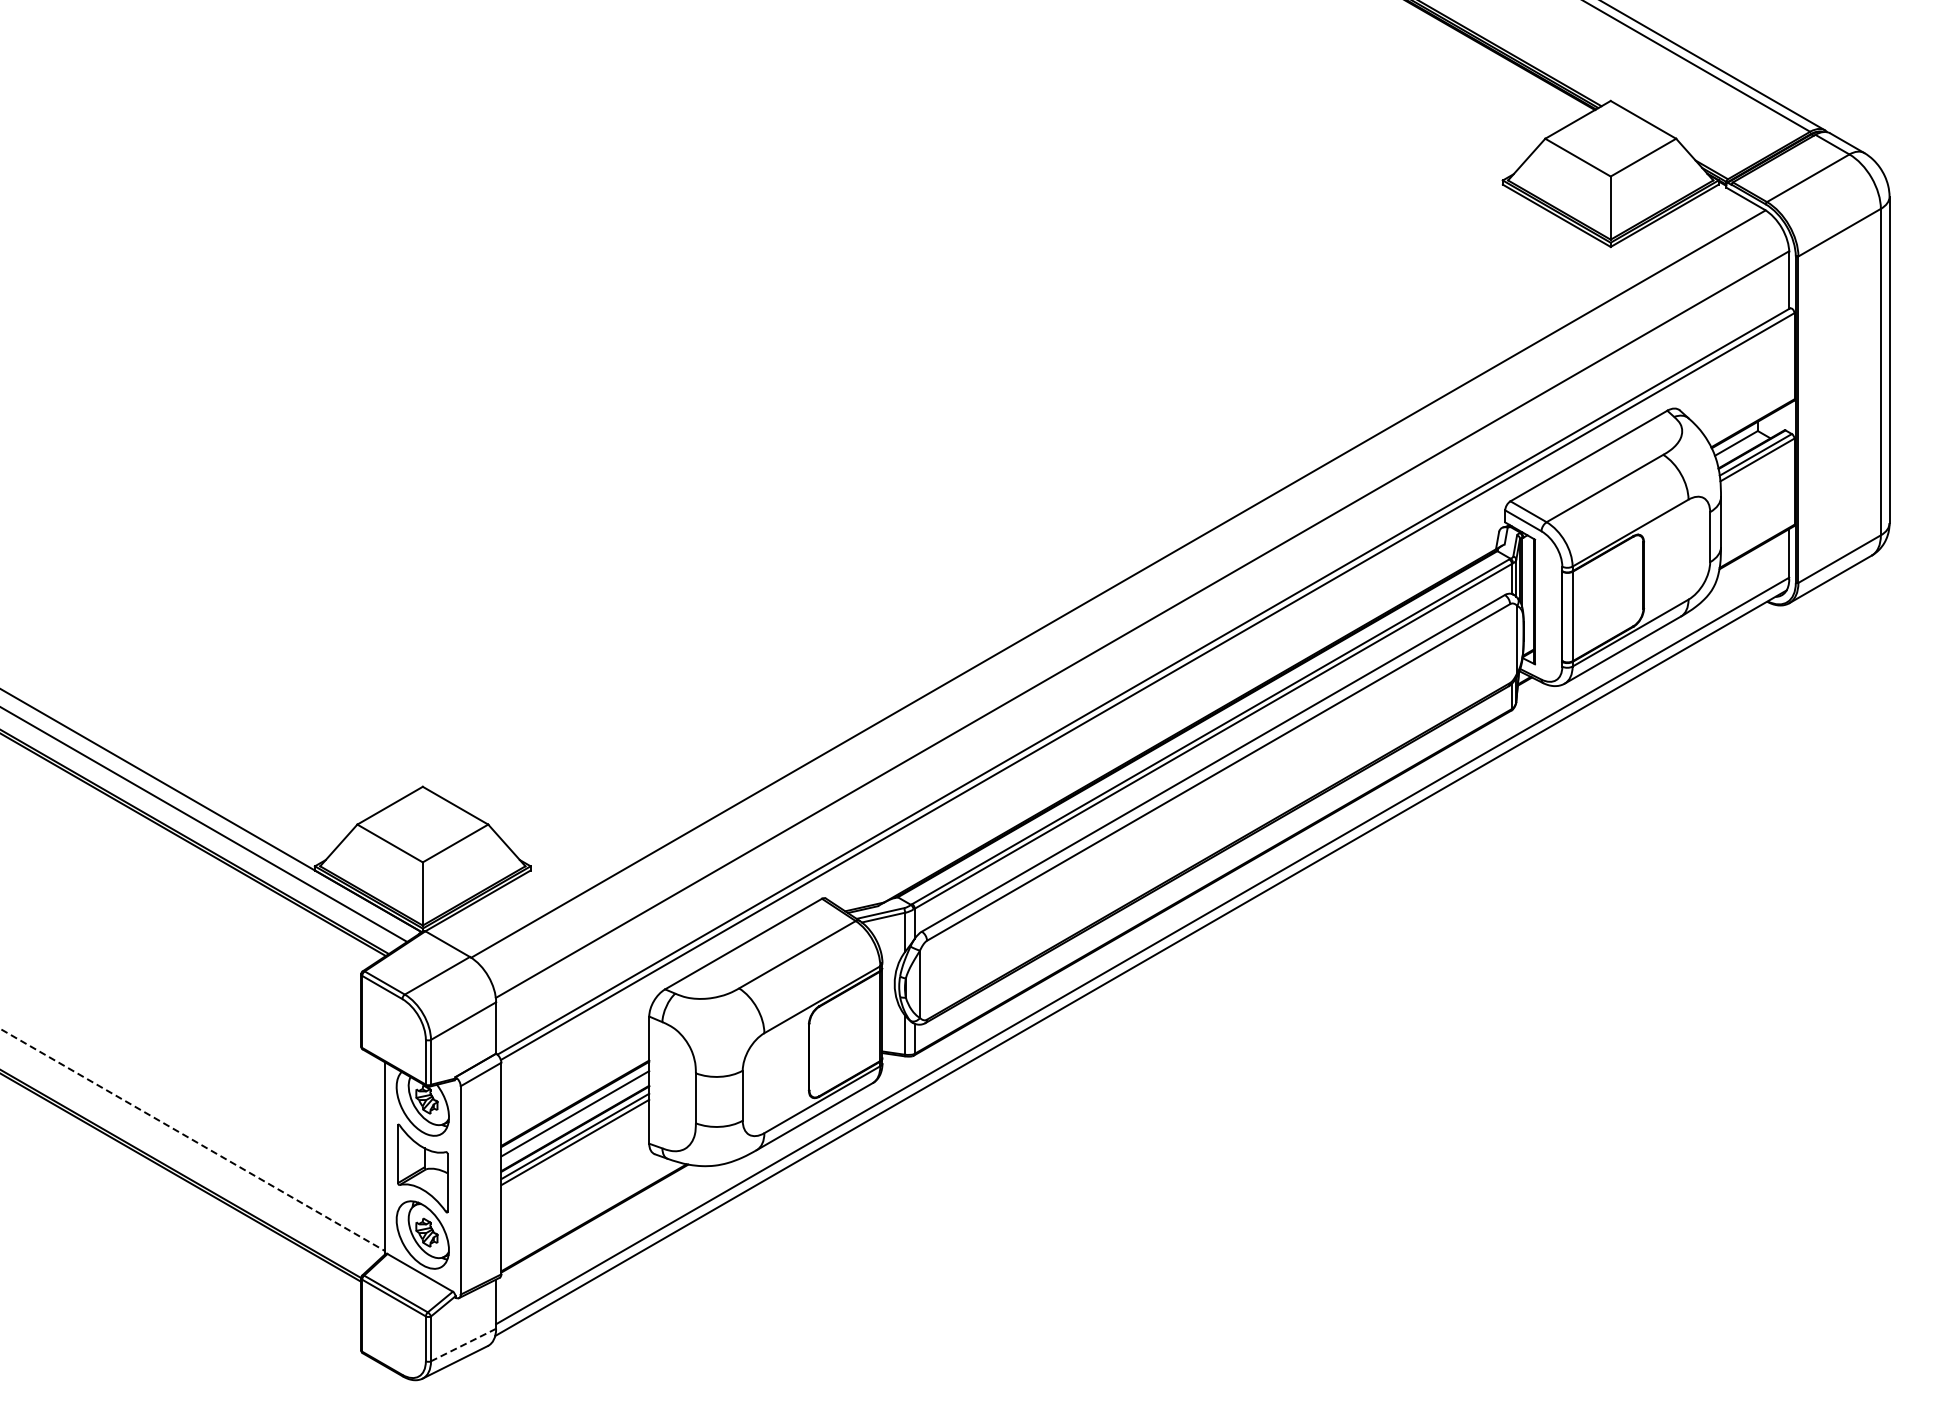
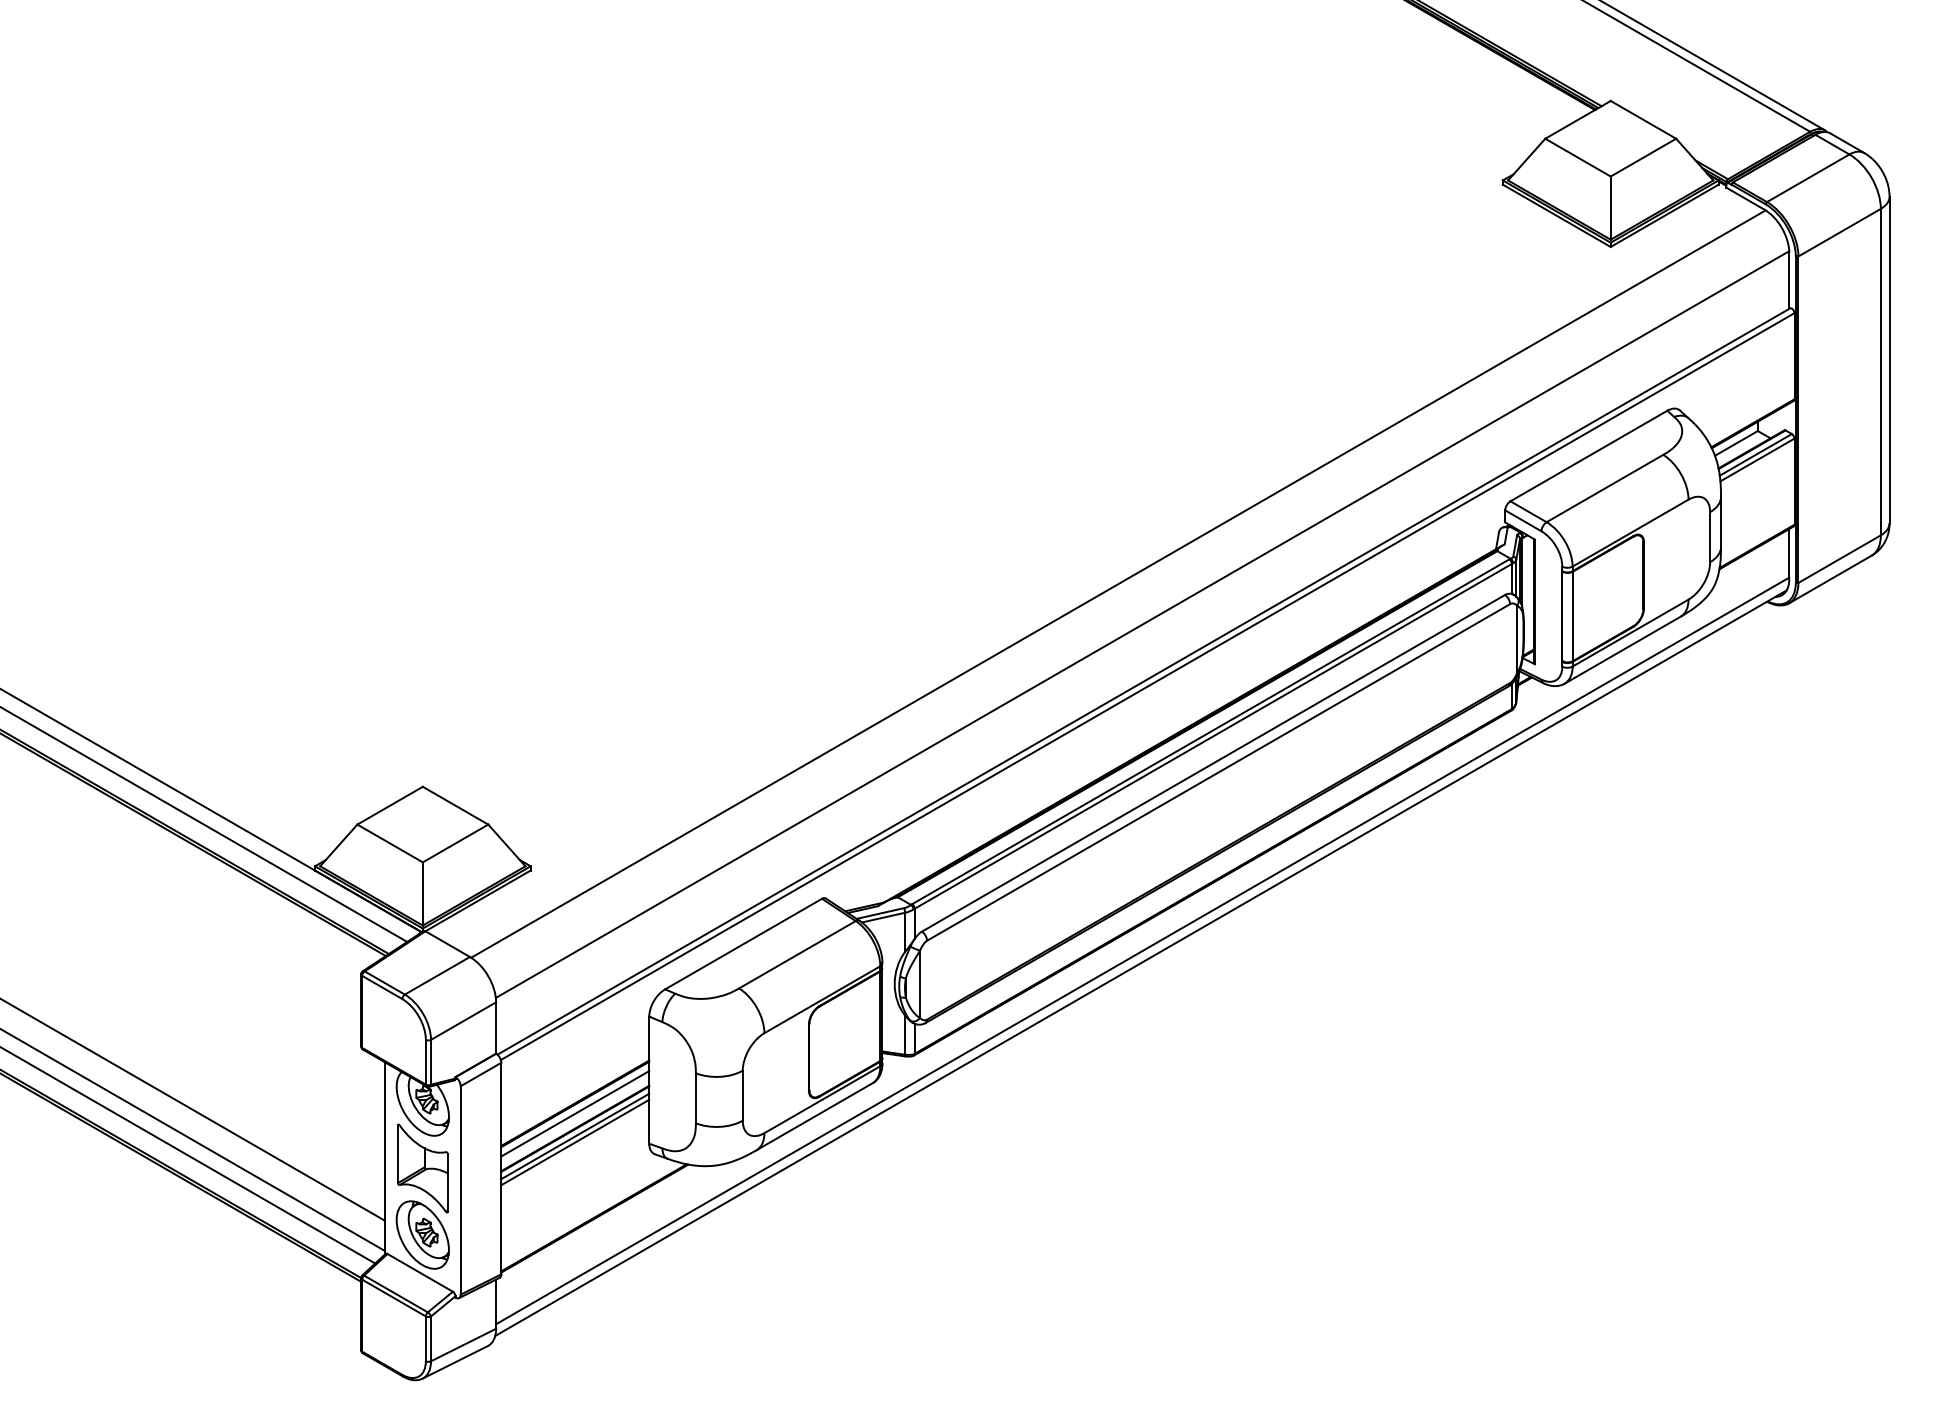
line at (193, 1109): none -> present
line at (192, 1139): dashed -> solid
line at (188, 1155): none -> present
line at (463, 1345): dashed -> solid
